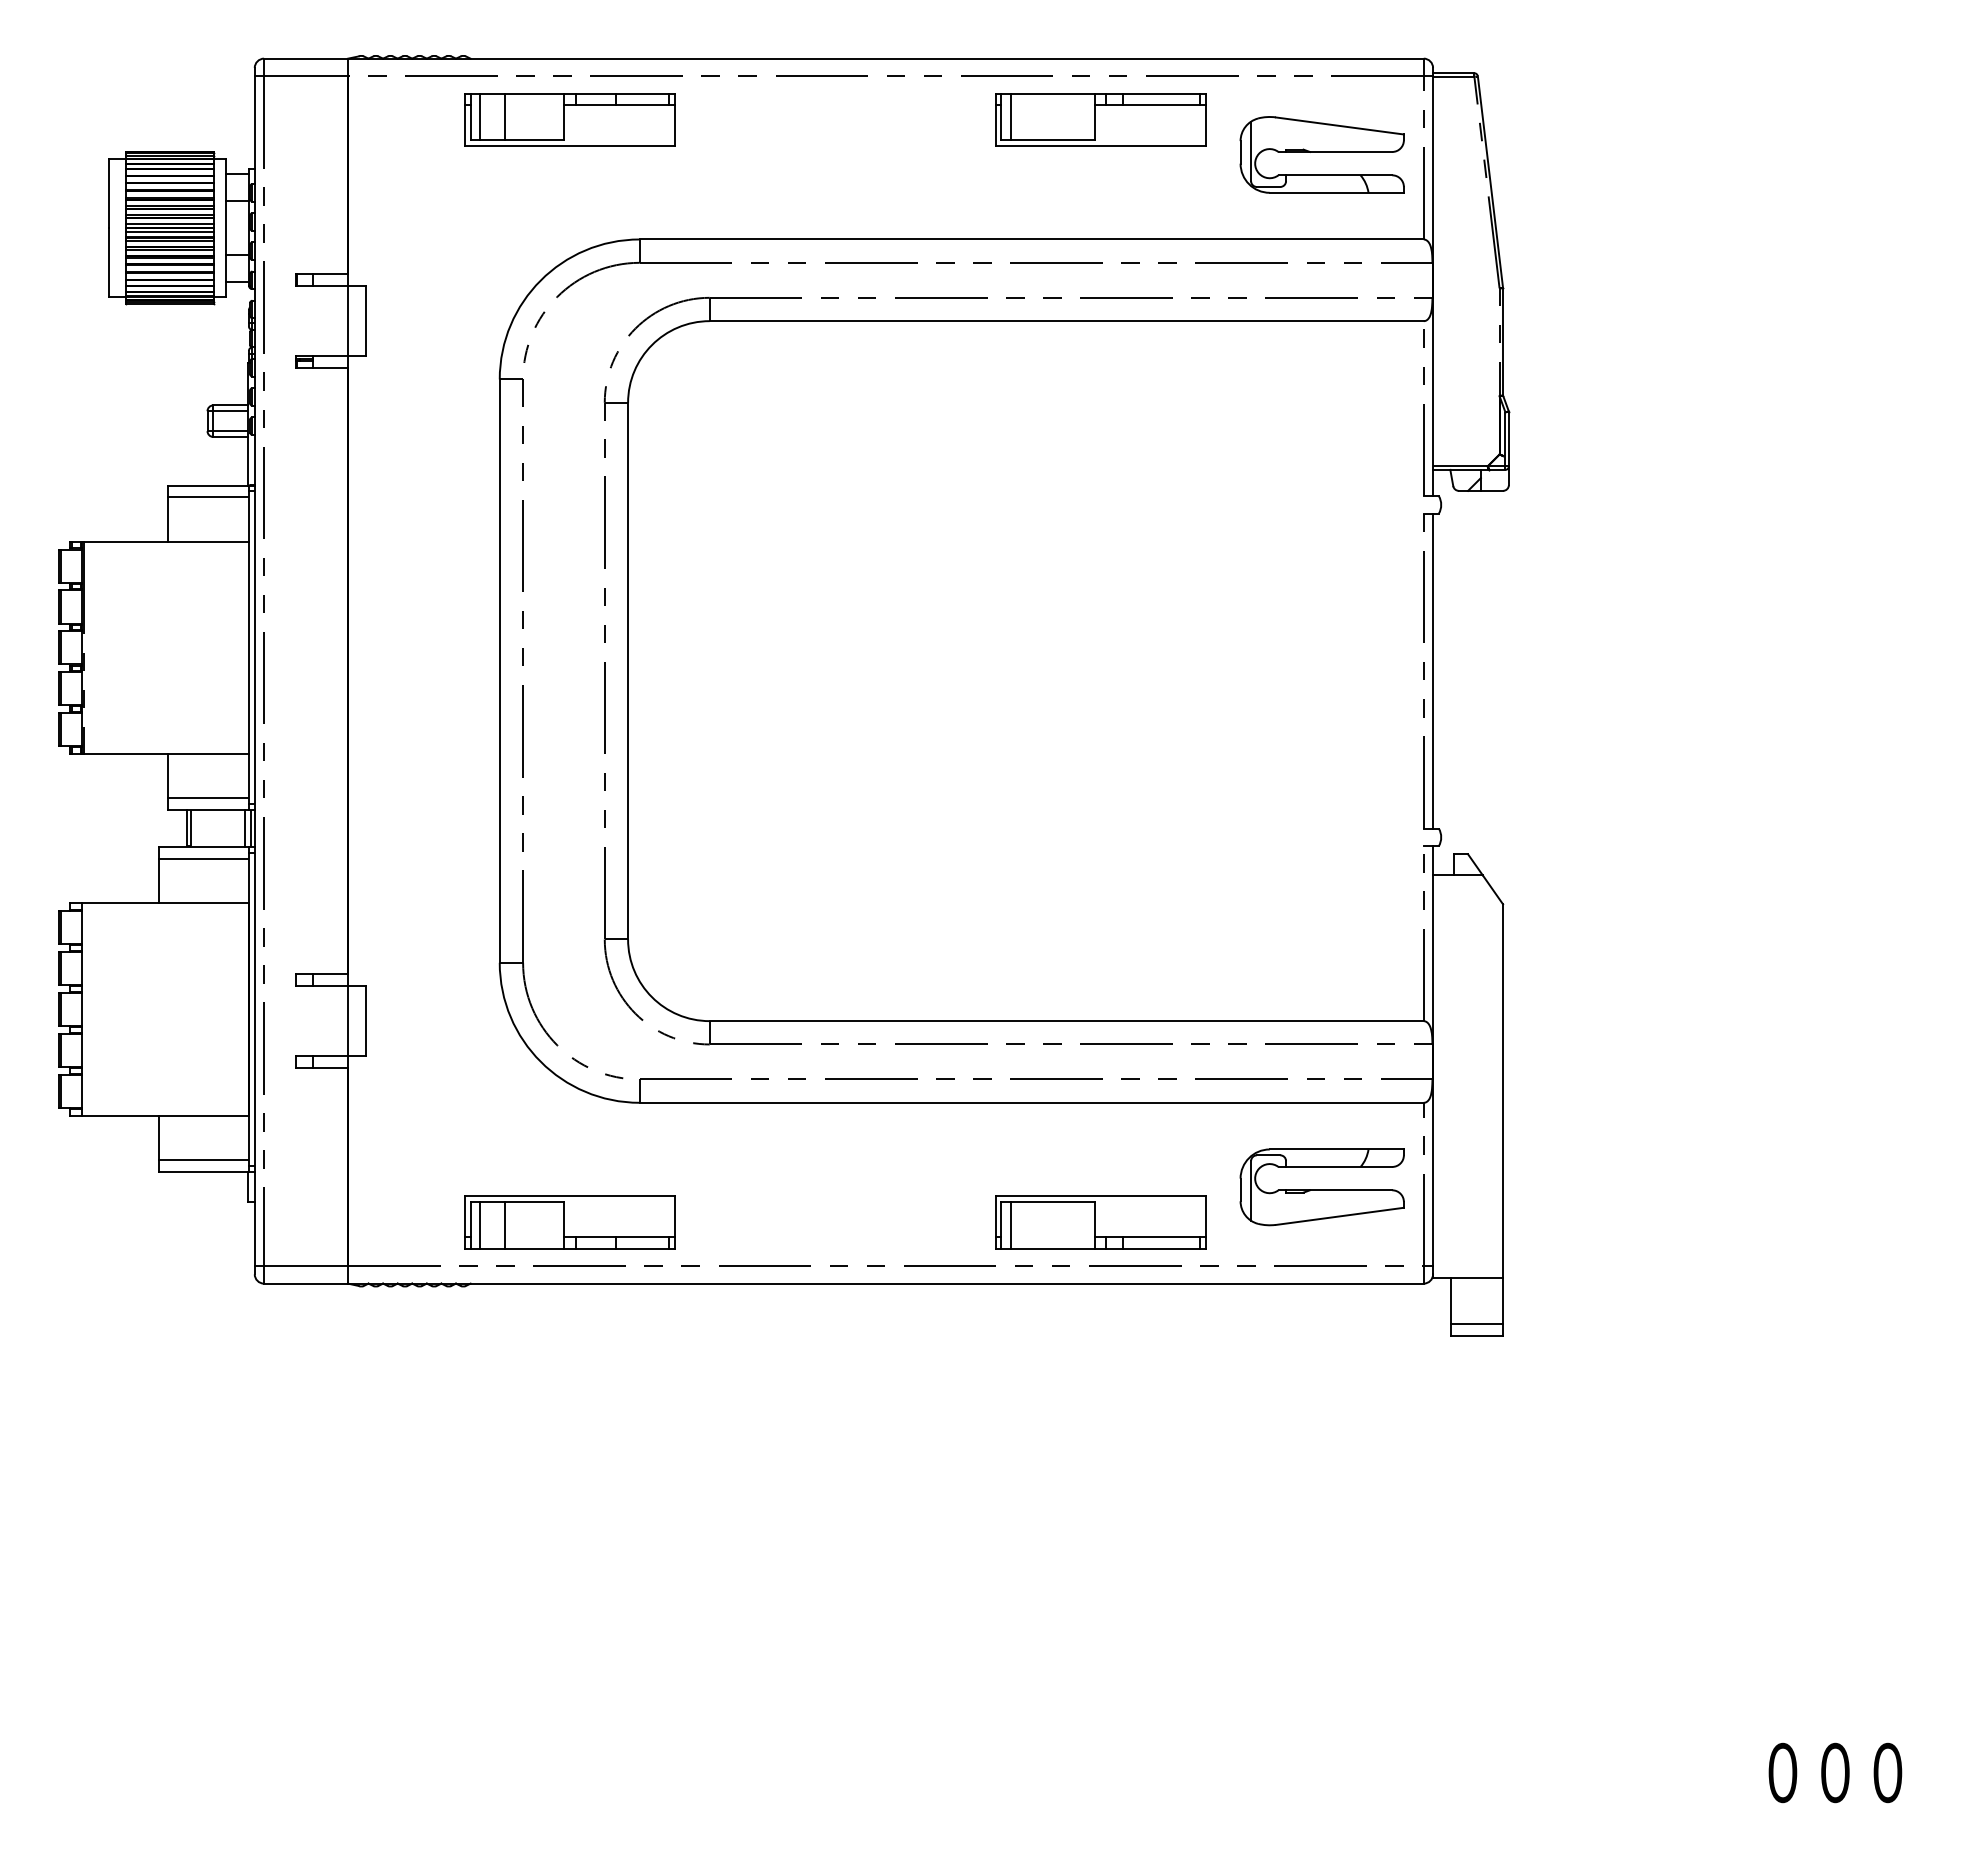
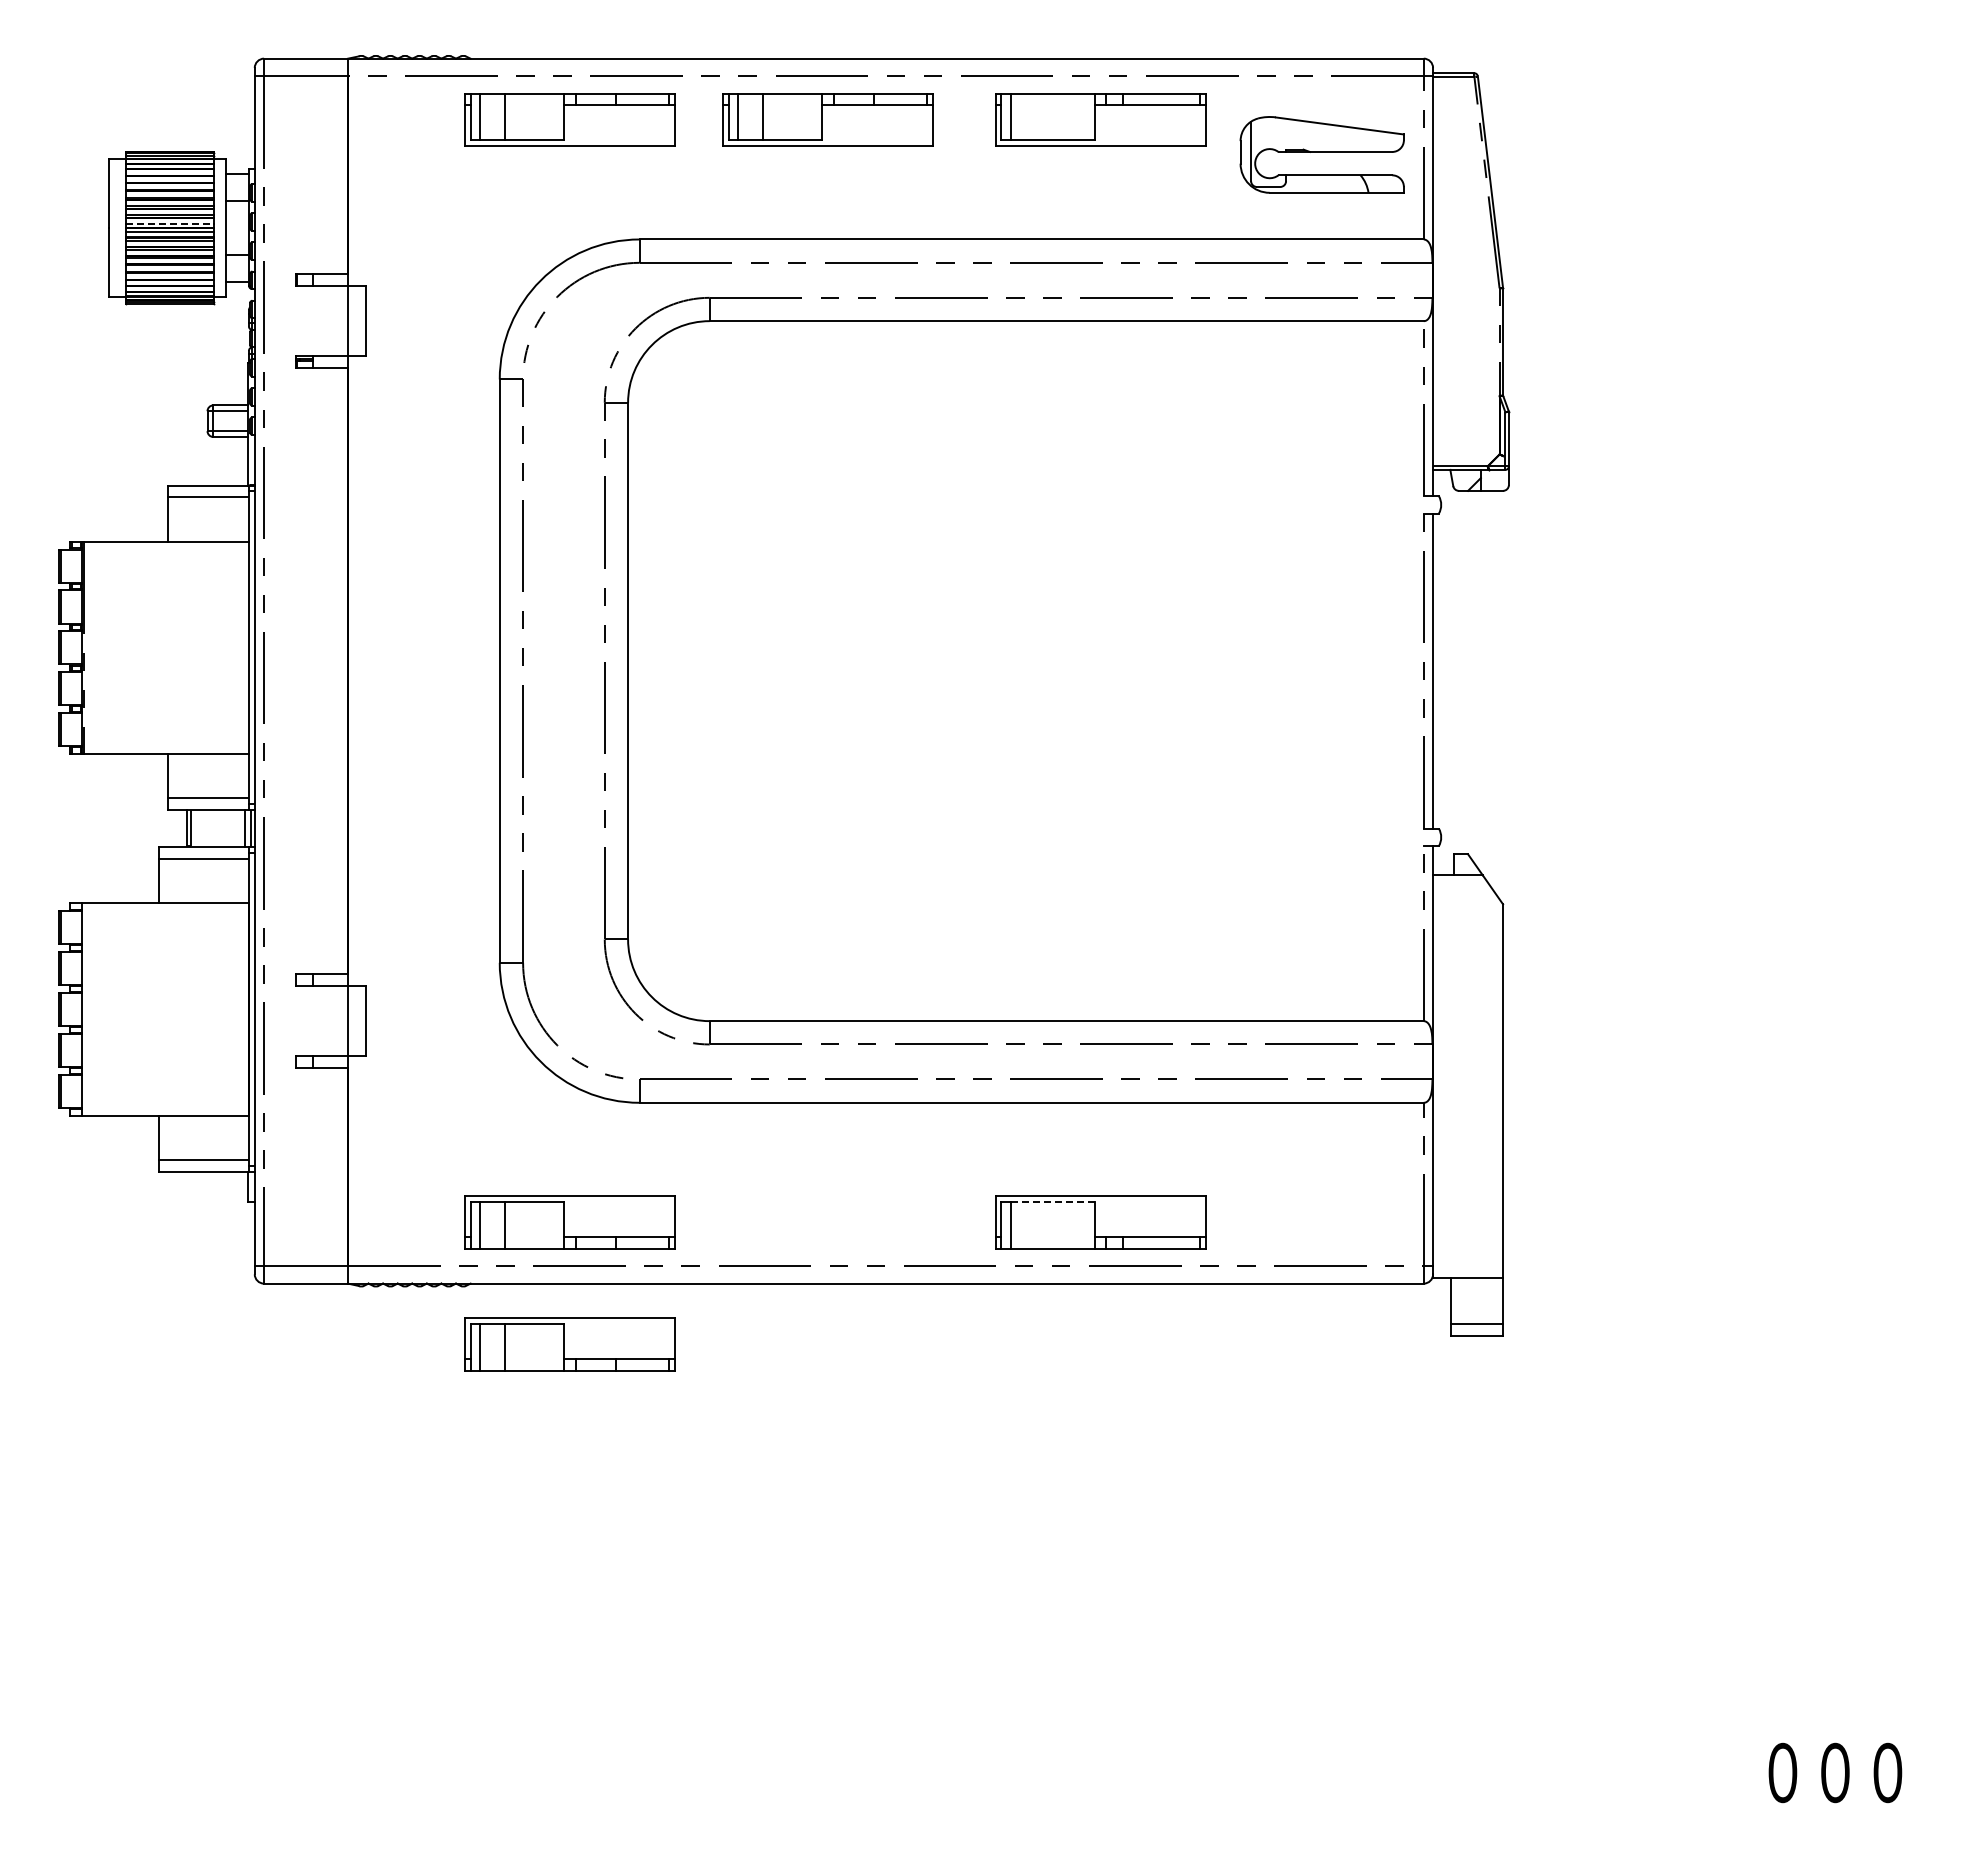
part at (827, 119): none -> present
line at (170, 223): solid -> dashed
part at (1321, 1187): present -> none
line at (1052, 1201): solid -> dashed
part at (569, 1344): none -> present
